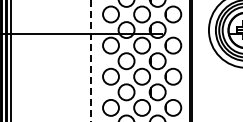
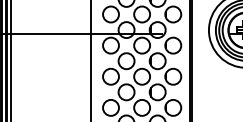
line at (90, 60): dashed -> solid
